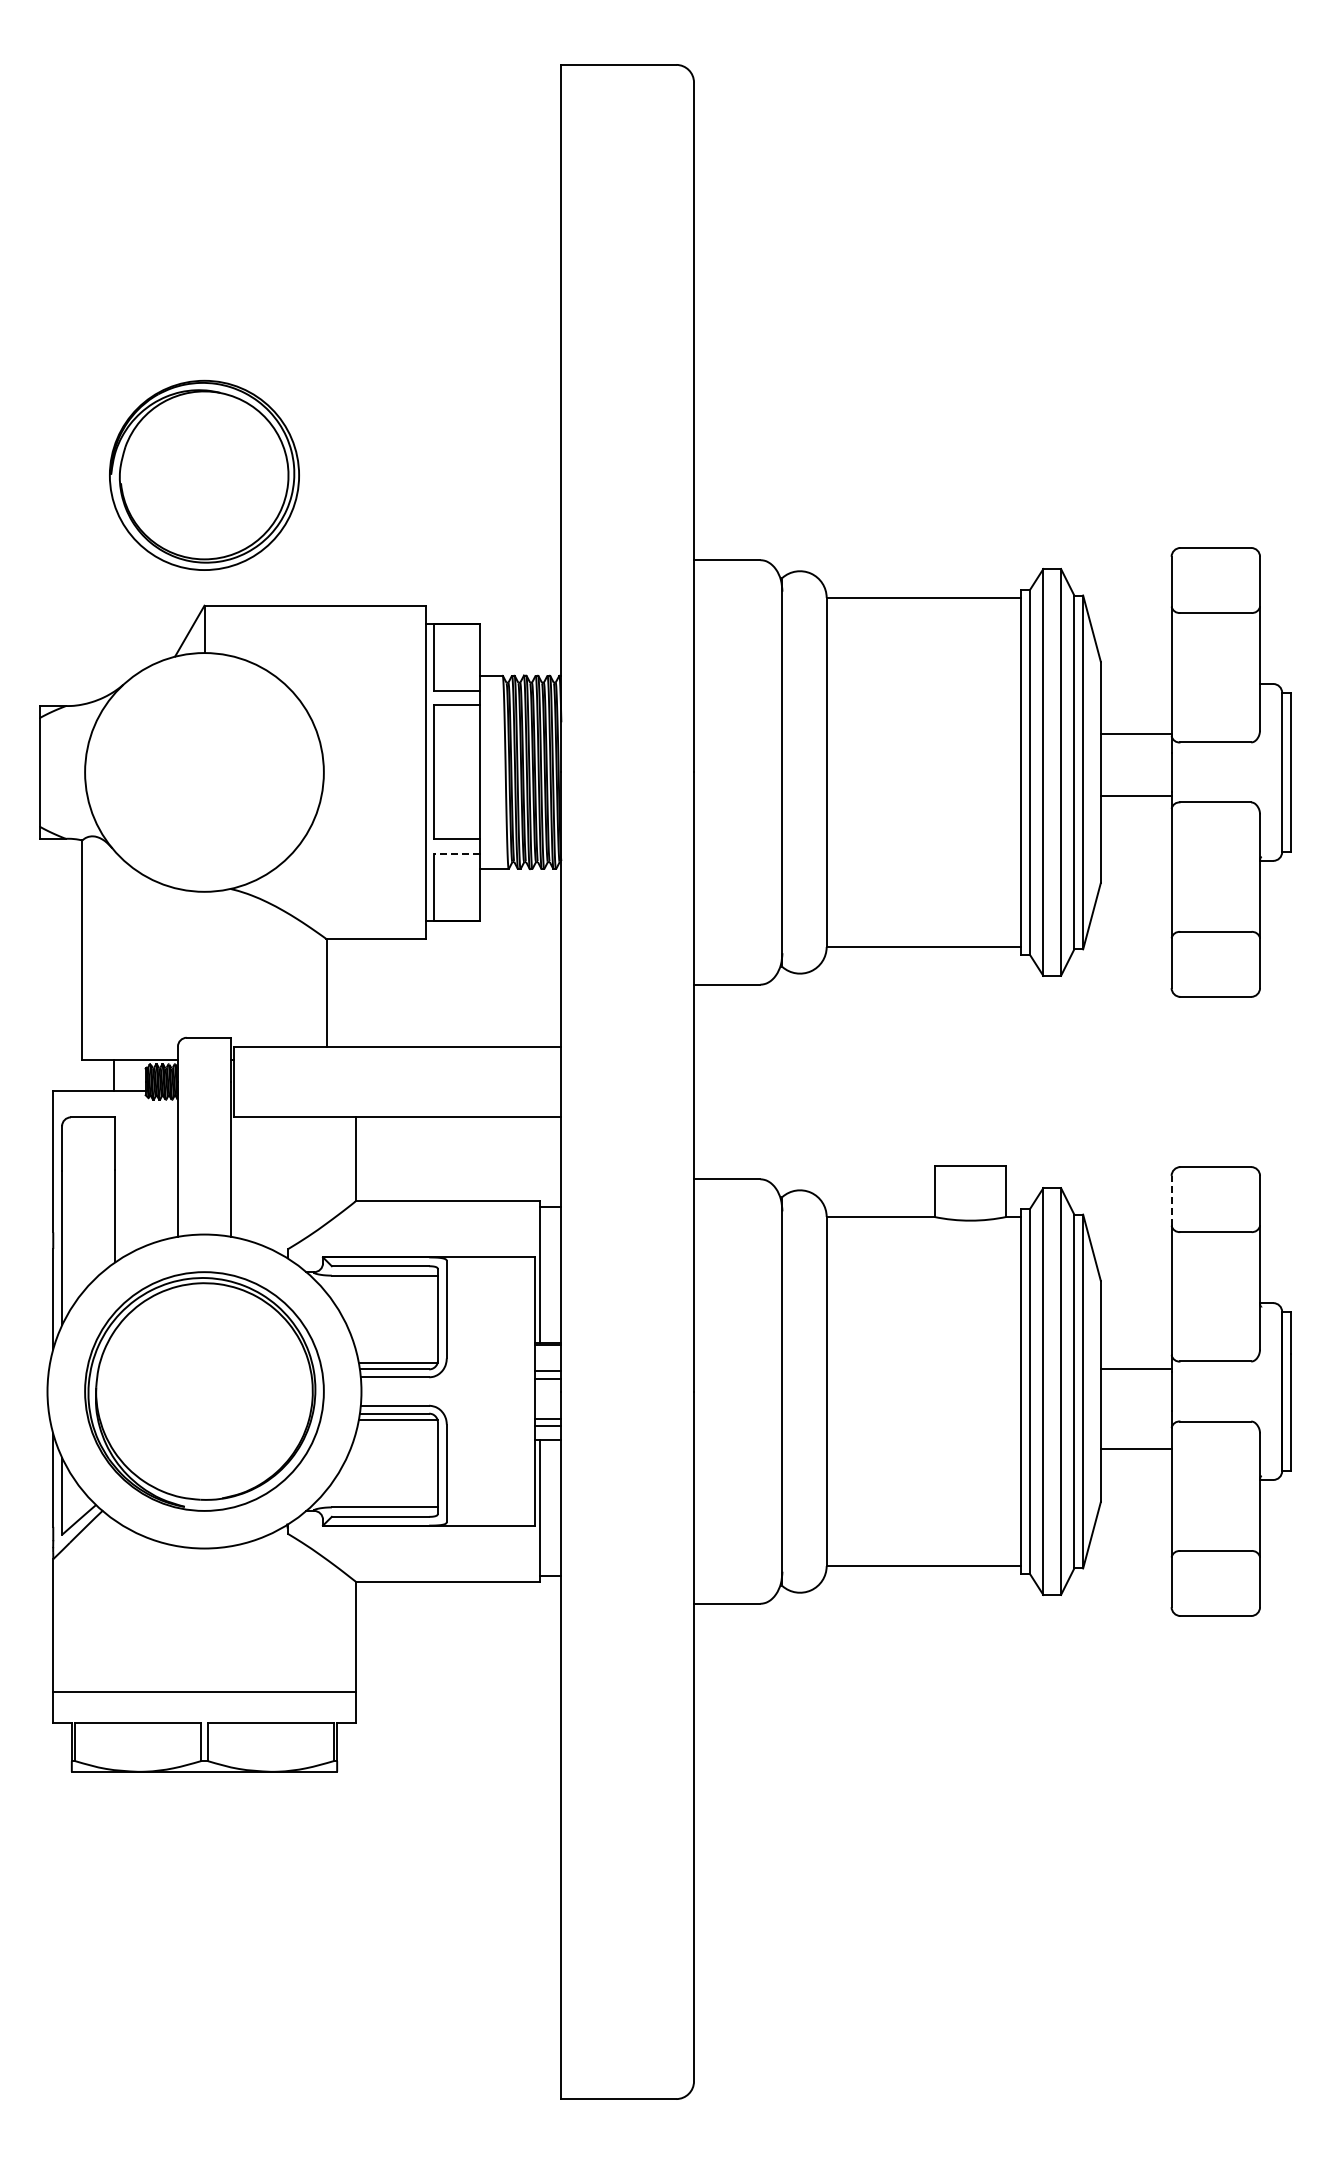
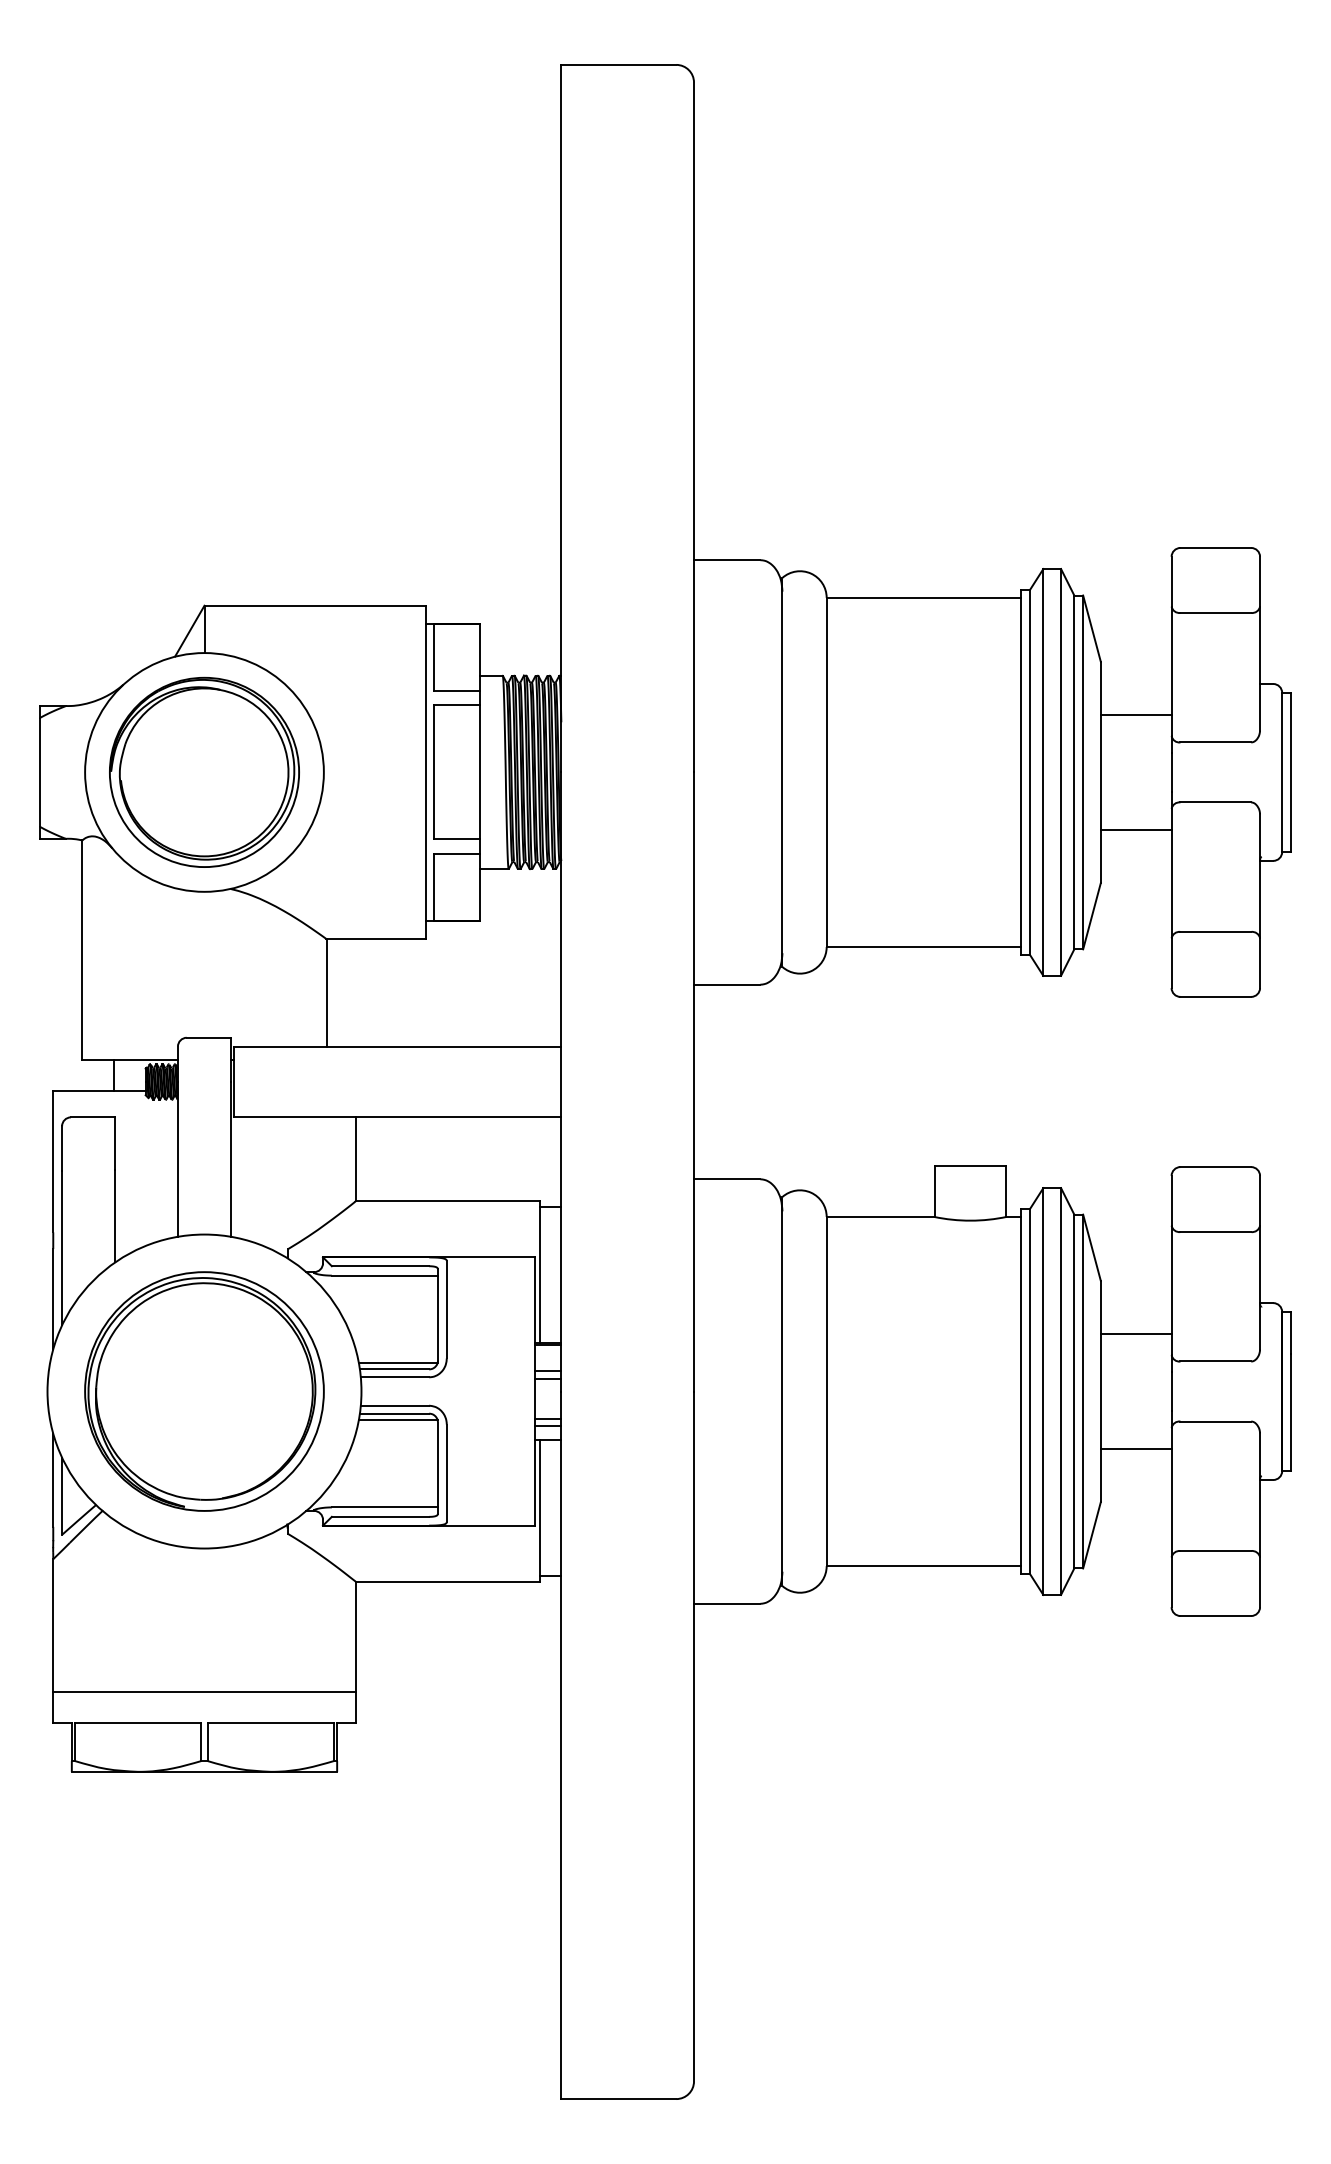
part at (204, 474) position: (204, 474) -> (204, 771)
line at (1135, 733) position: (1135, 733) -> (1135, 714)
line at (1135, 795) position: (1135, 795) -> (1135, 829)
line at (457, 853): dashed -> solid
line at (1171, 1200): dashed -> solid
line at (1135, 1369) position: (1135, 1369) -> (1135, 1334)
